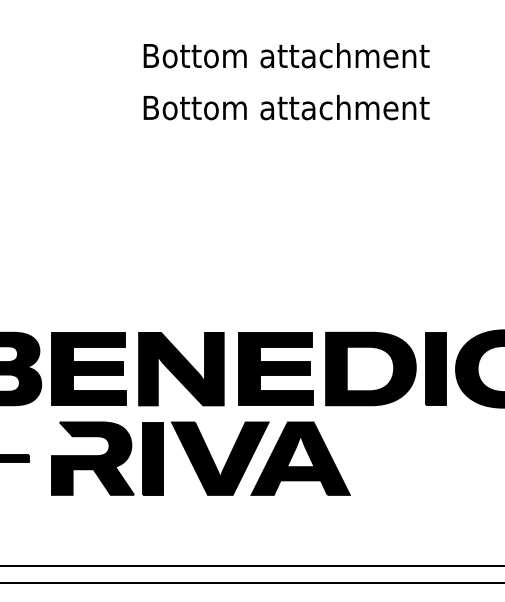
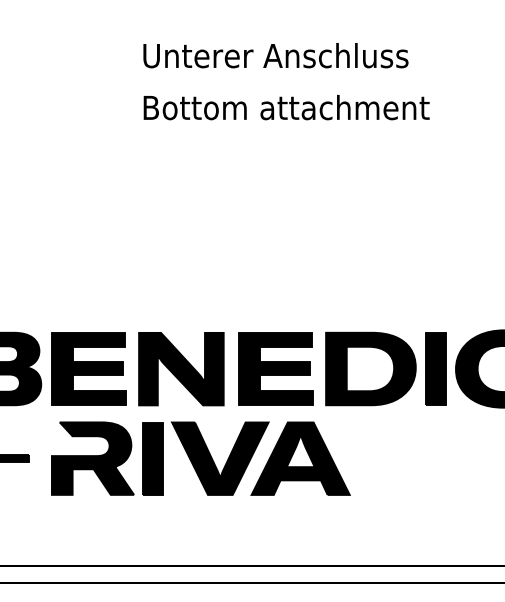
text at (286, 55): Bottom attachment -> Unterer Anschluss
